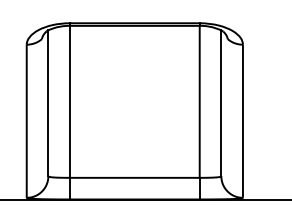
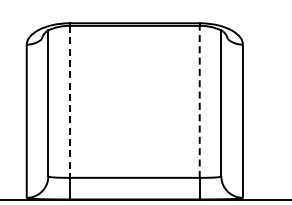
line at (69, 101): solid -> dashed
line at (199, 101): solid -> dashed
